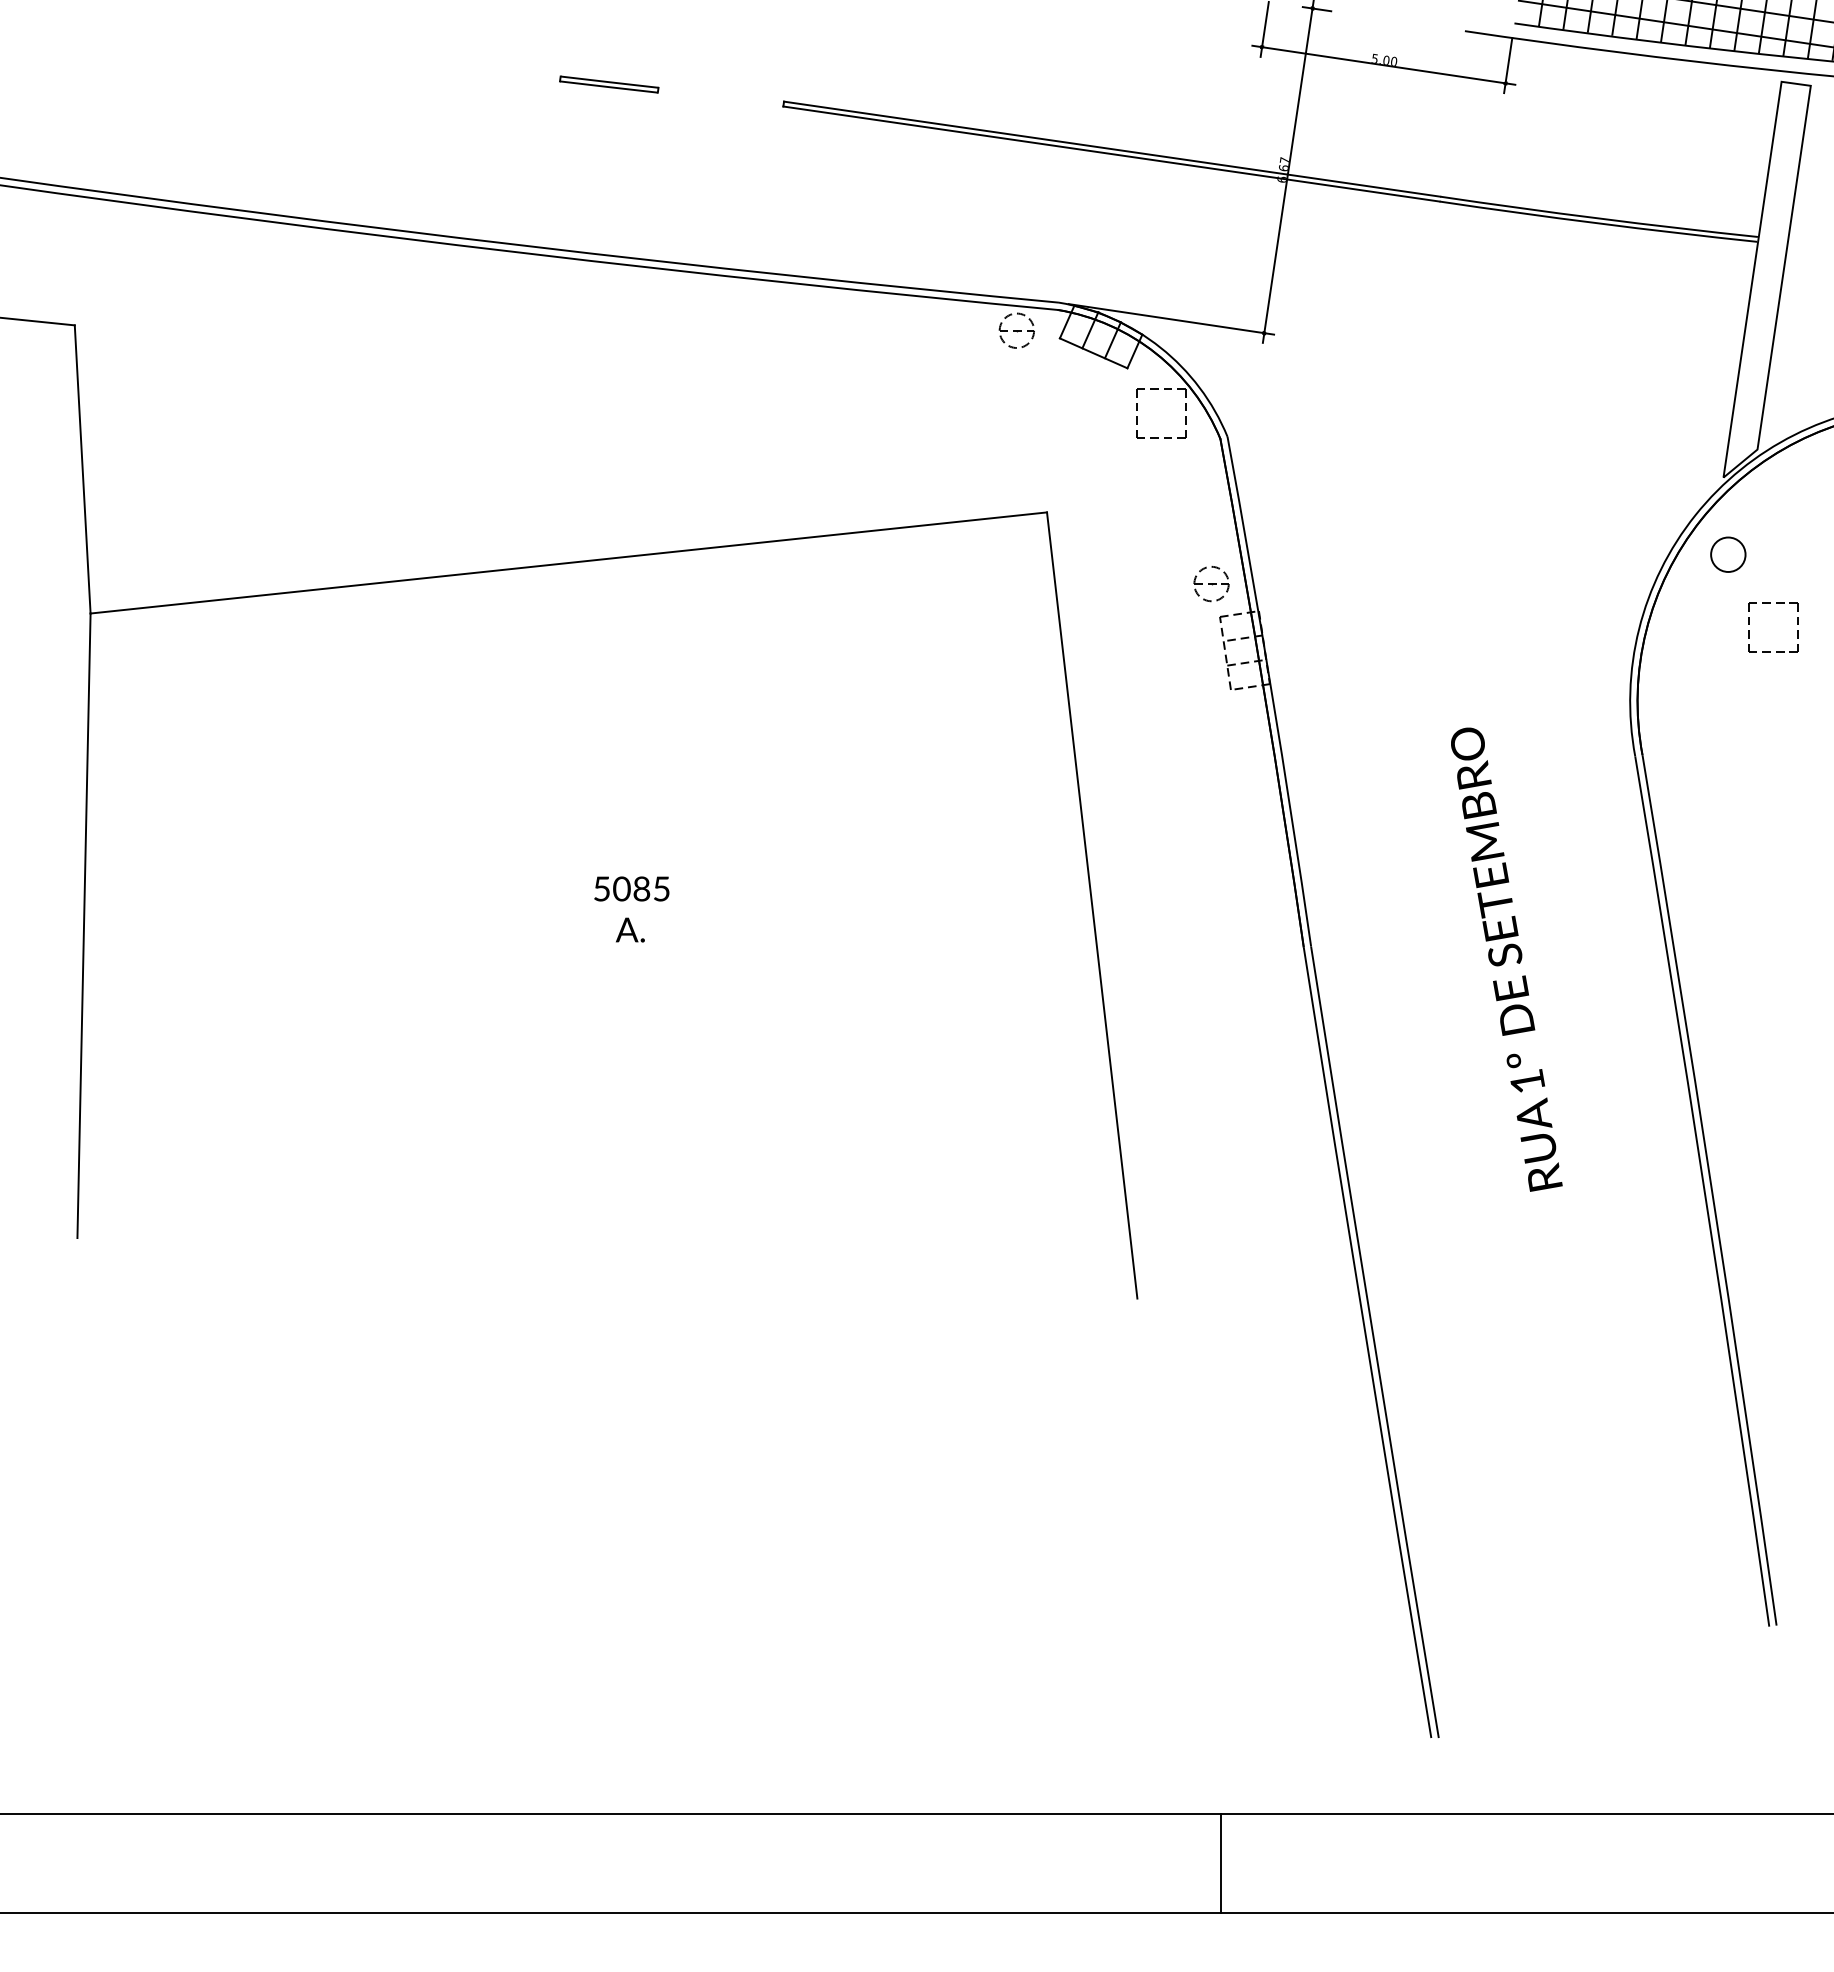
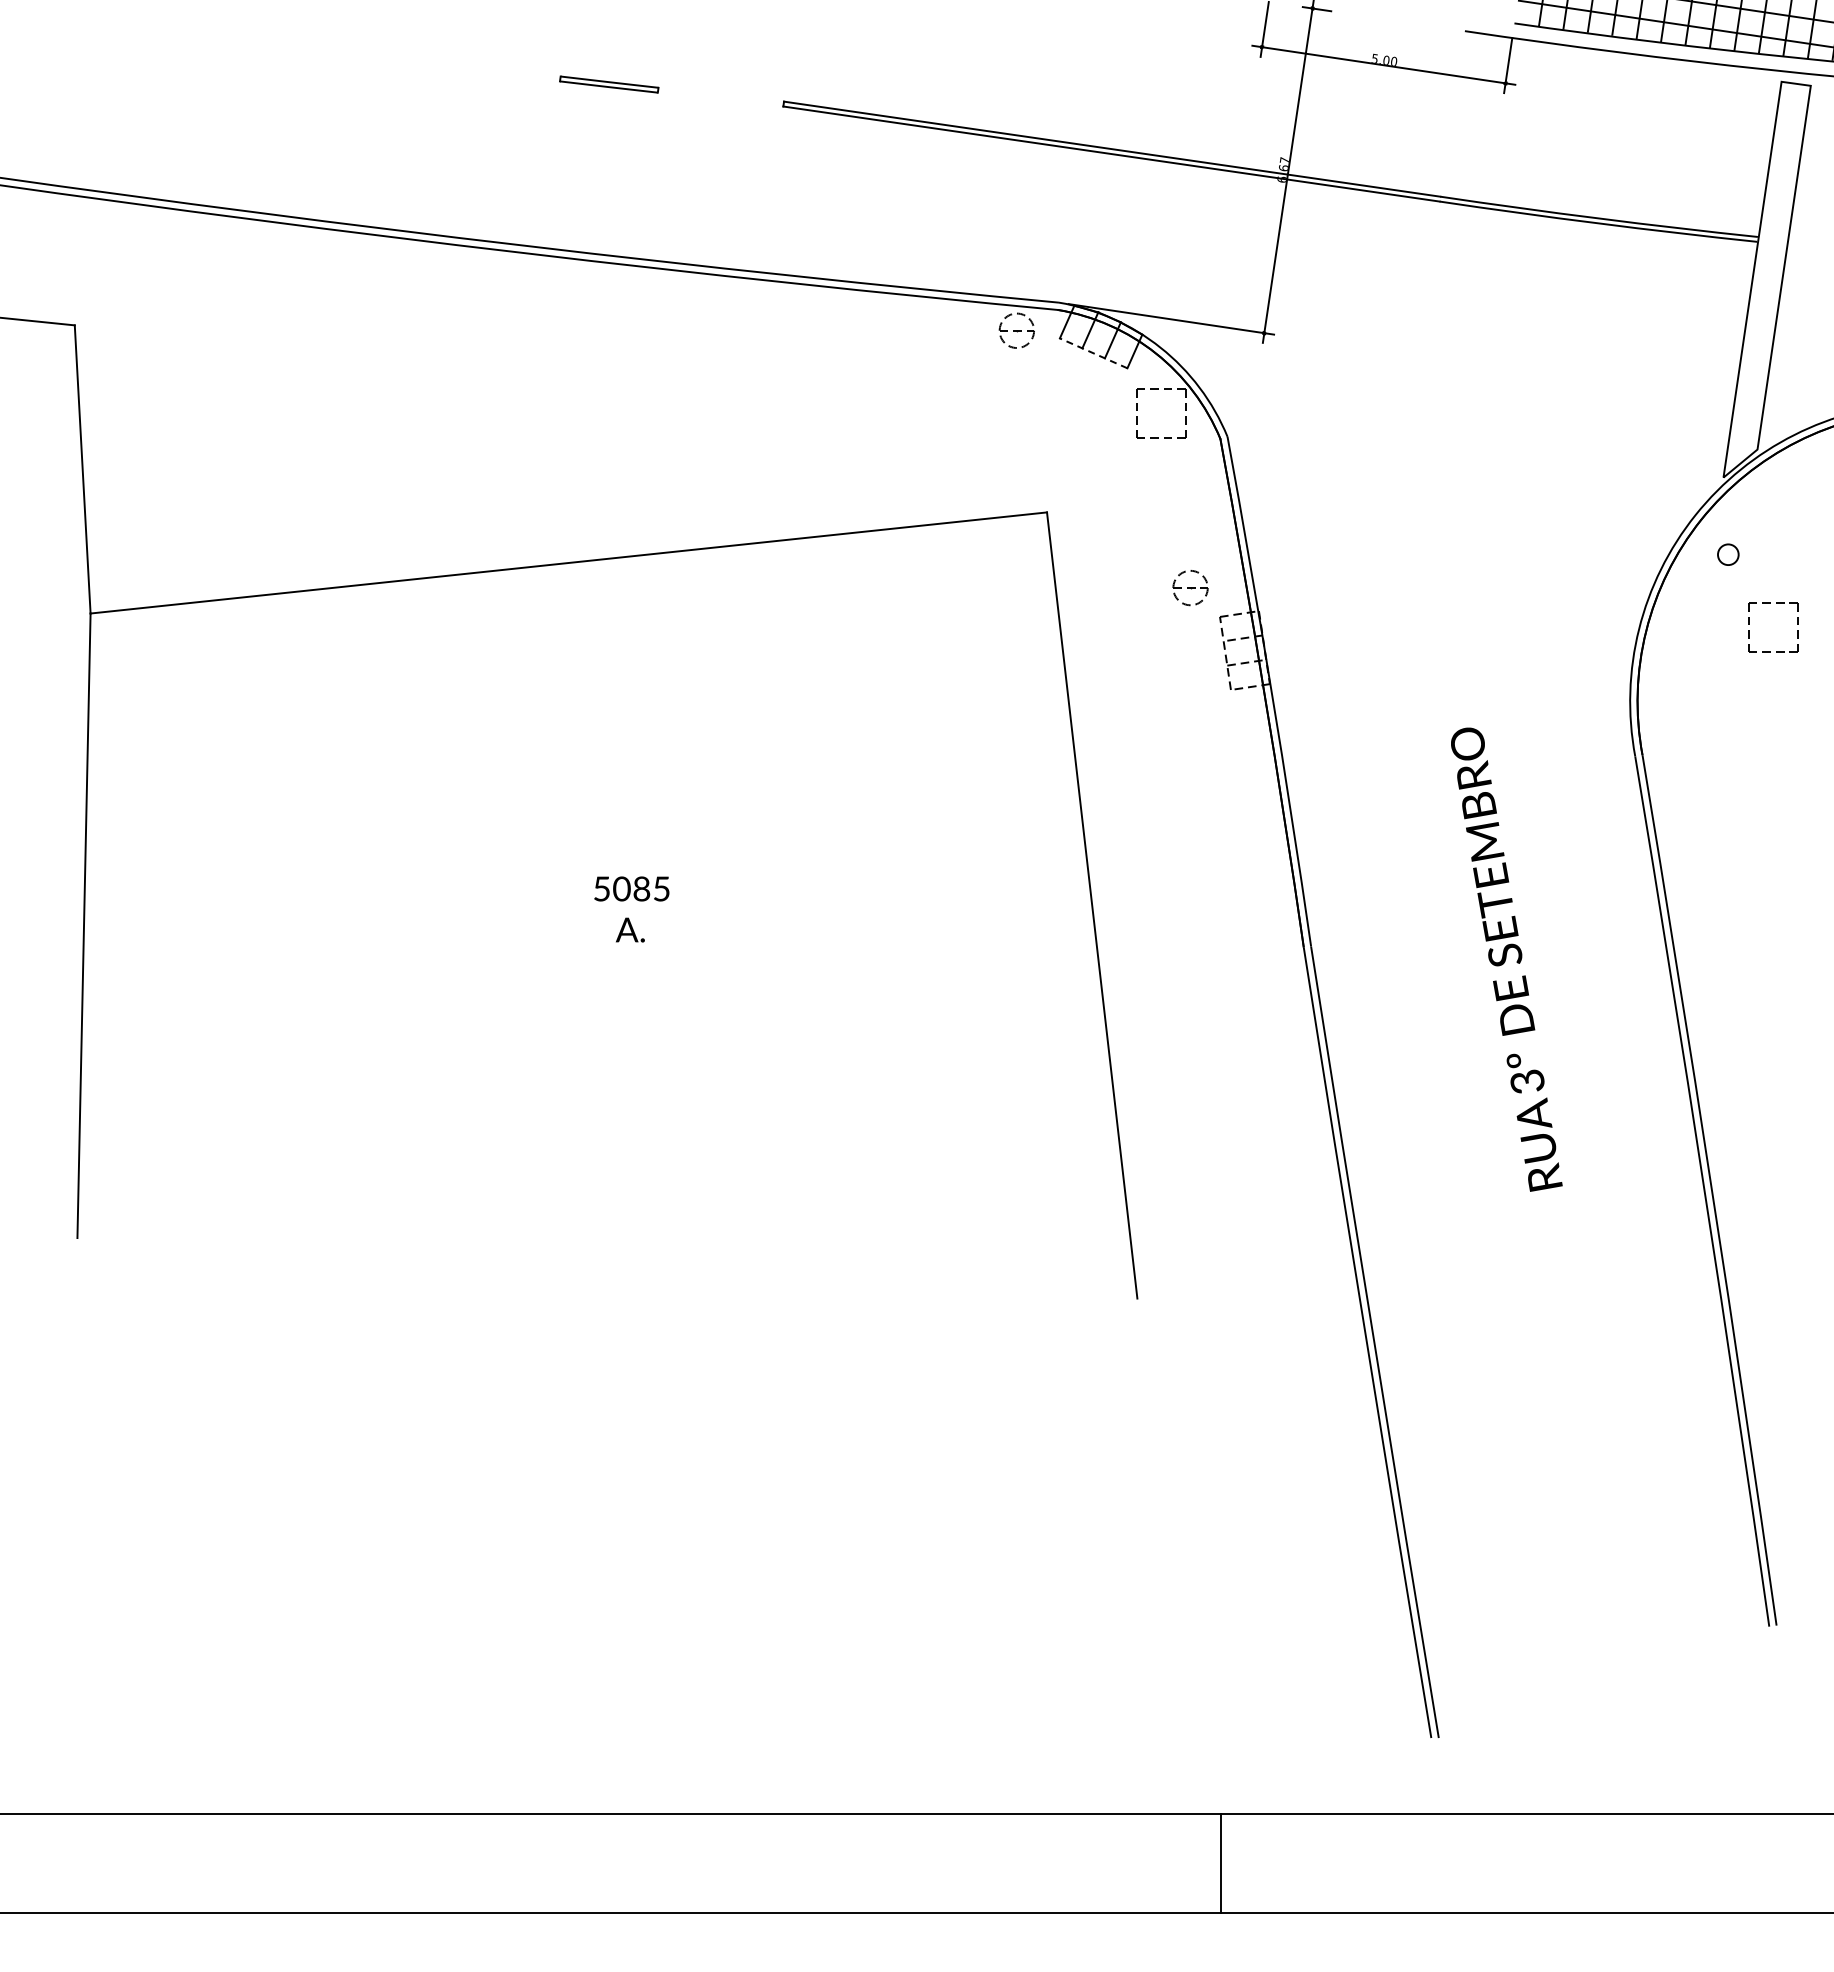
line at (1093, 353): solid -> dashed
circle at (1728, 554) diameter: 34 px -> 21 px
part at (1211, 584) position: (1211, 584) -> (1190, 588)
text at (1527, 1081): 1º -> 3º
